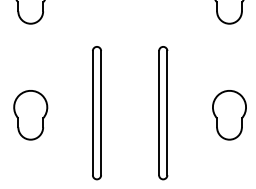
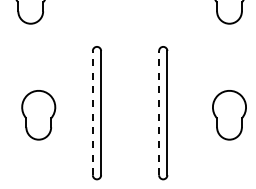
line at (92, 112): solid -> dashed
line at (159, 112): solid -> dashed
part at (30, 115) position: (30, 115) -> (38, 115)
